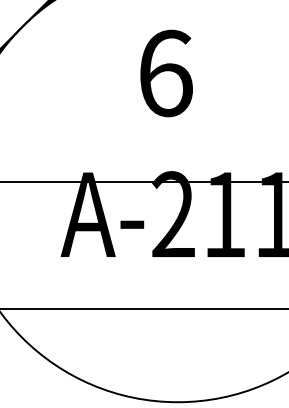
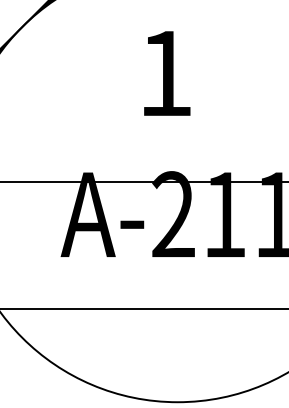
text at (166, 73): 6 -> 1
